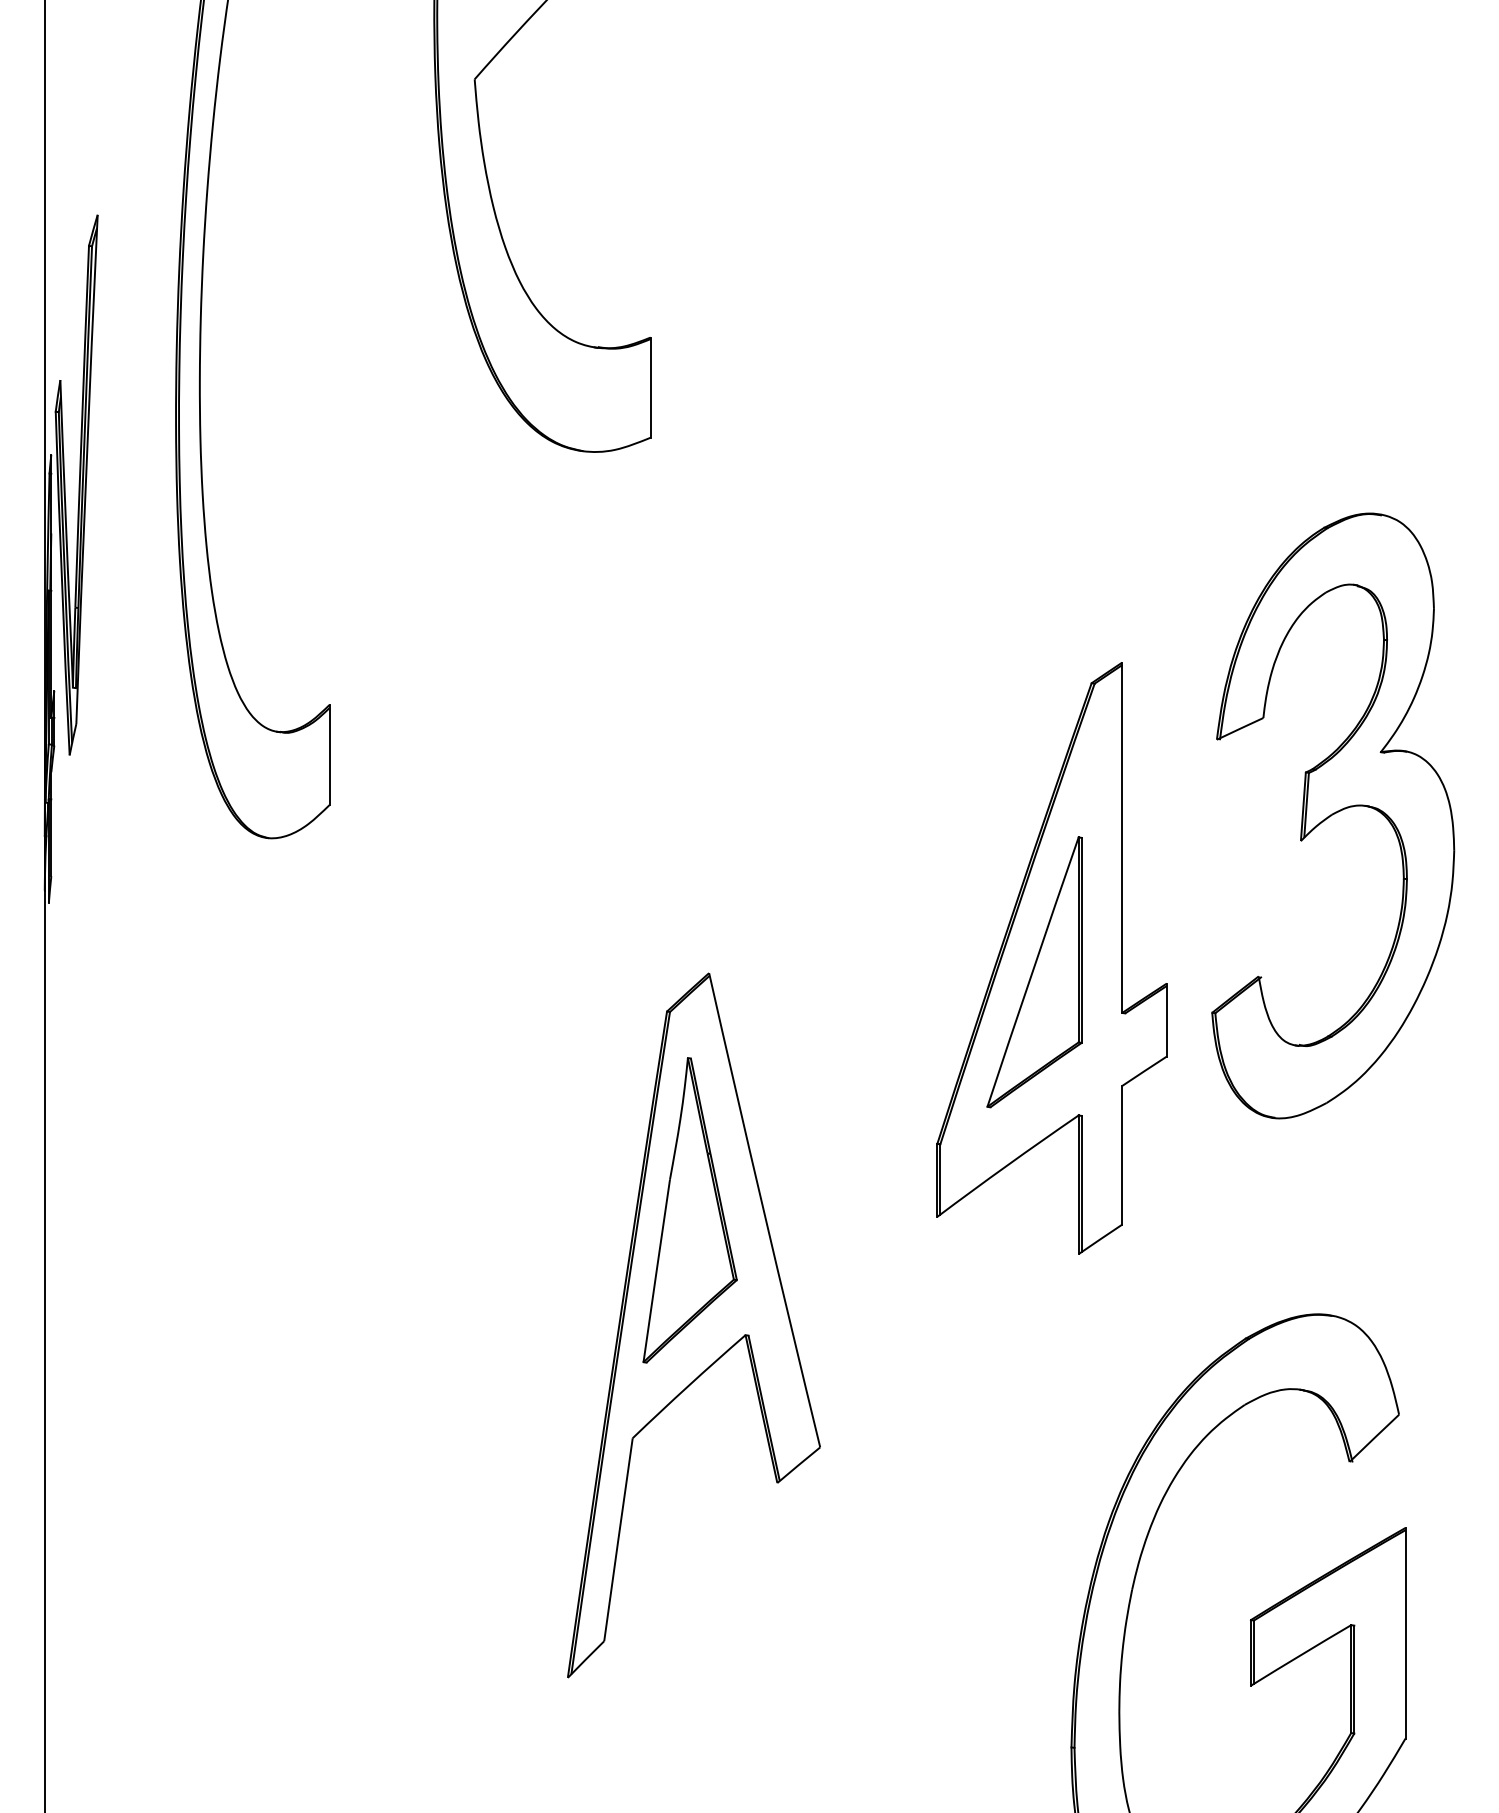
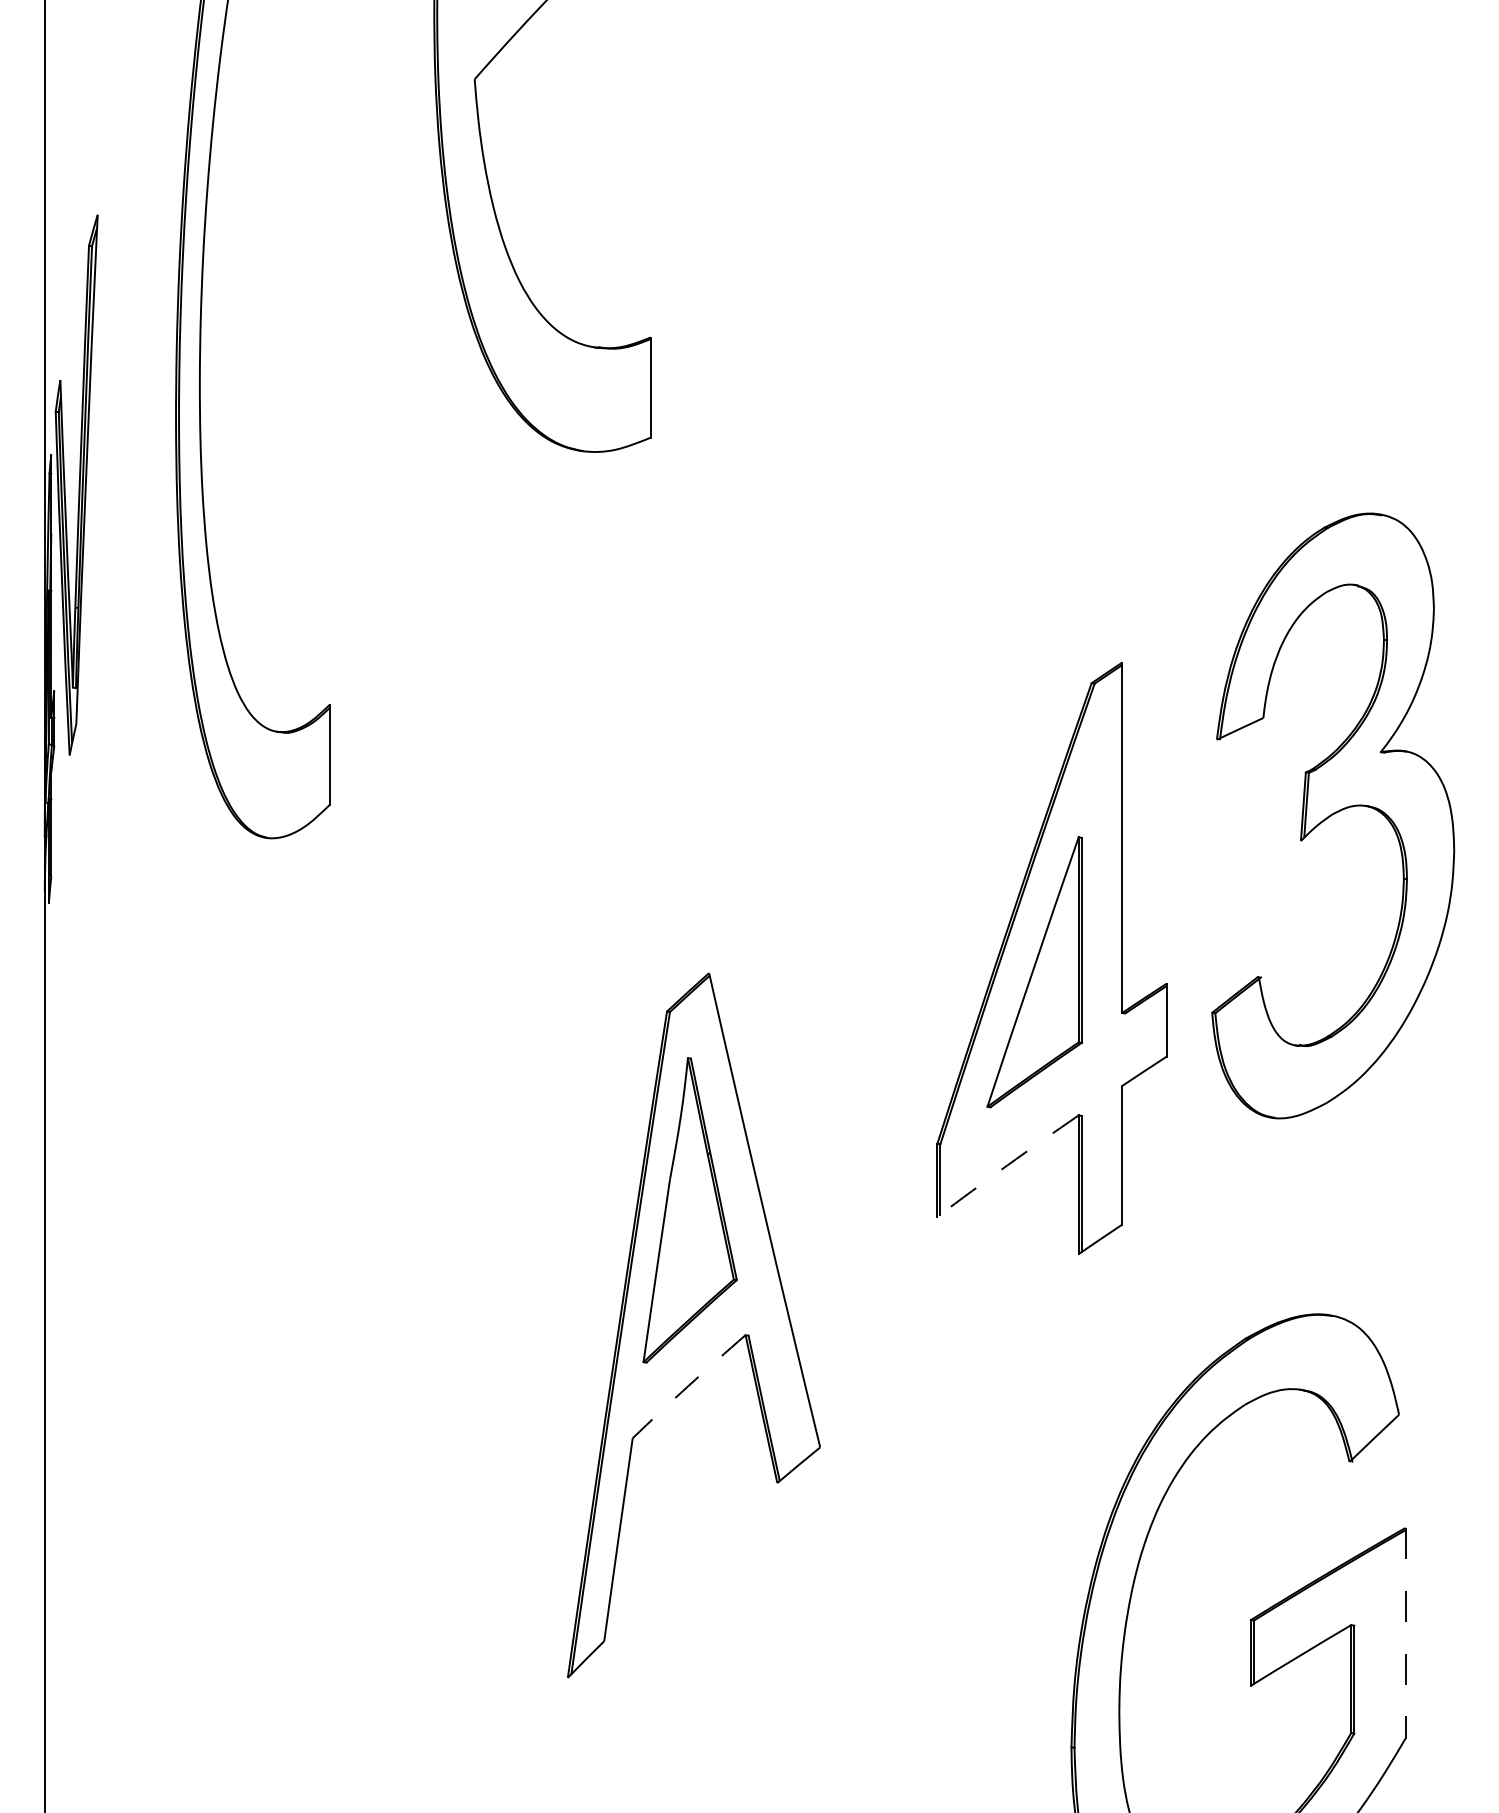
arc at (1007, 1165): solid -> dashed
arc at (688, 1385): solid -> dashed
line at (1405, 1633): solid -> dashed
